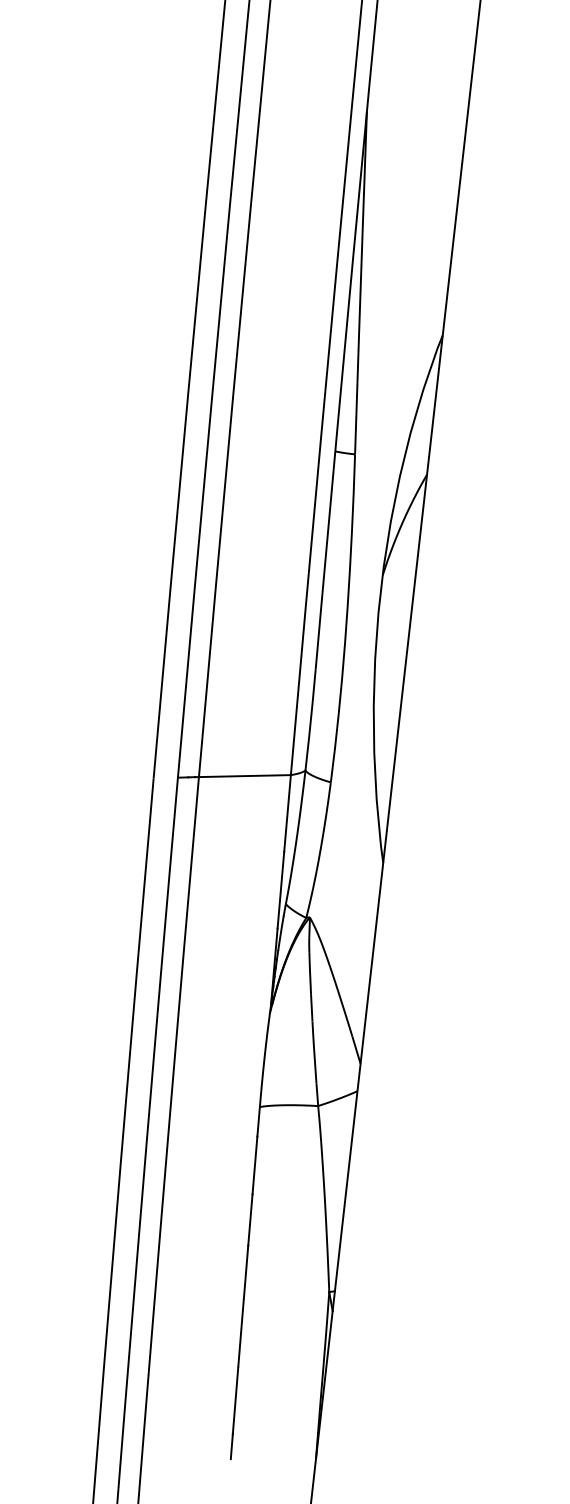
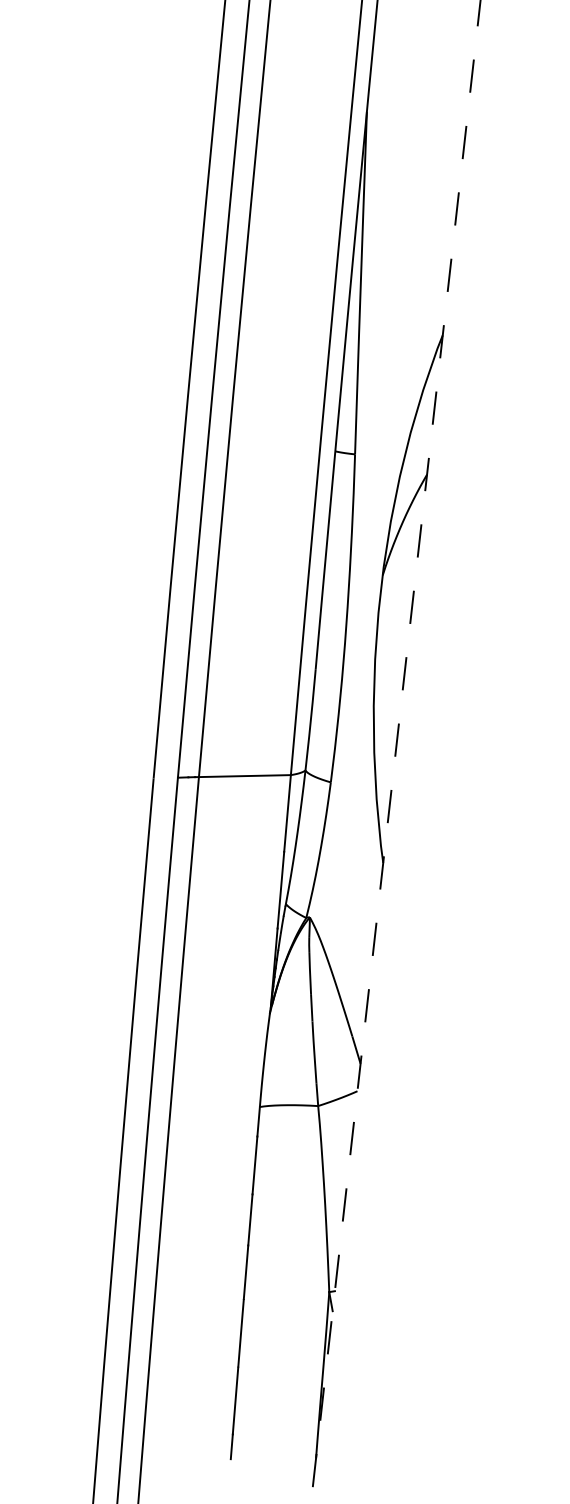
line at (395, 751): solid -> dashed
